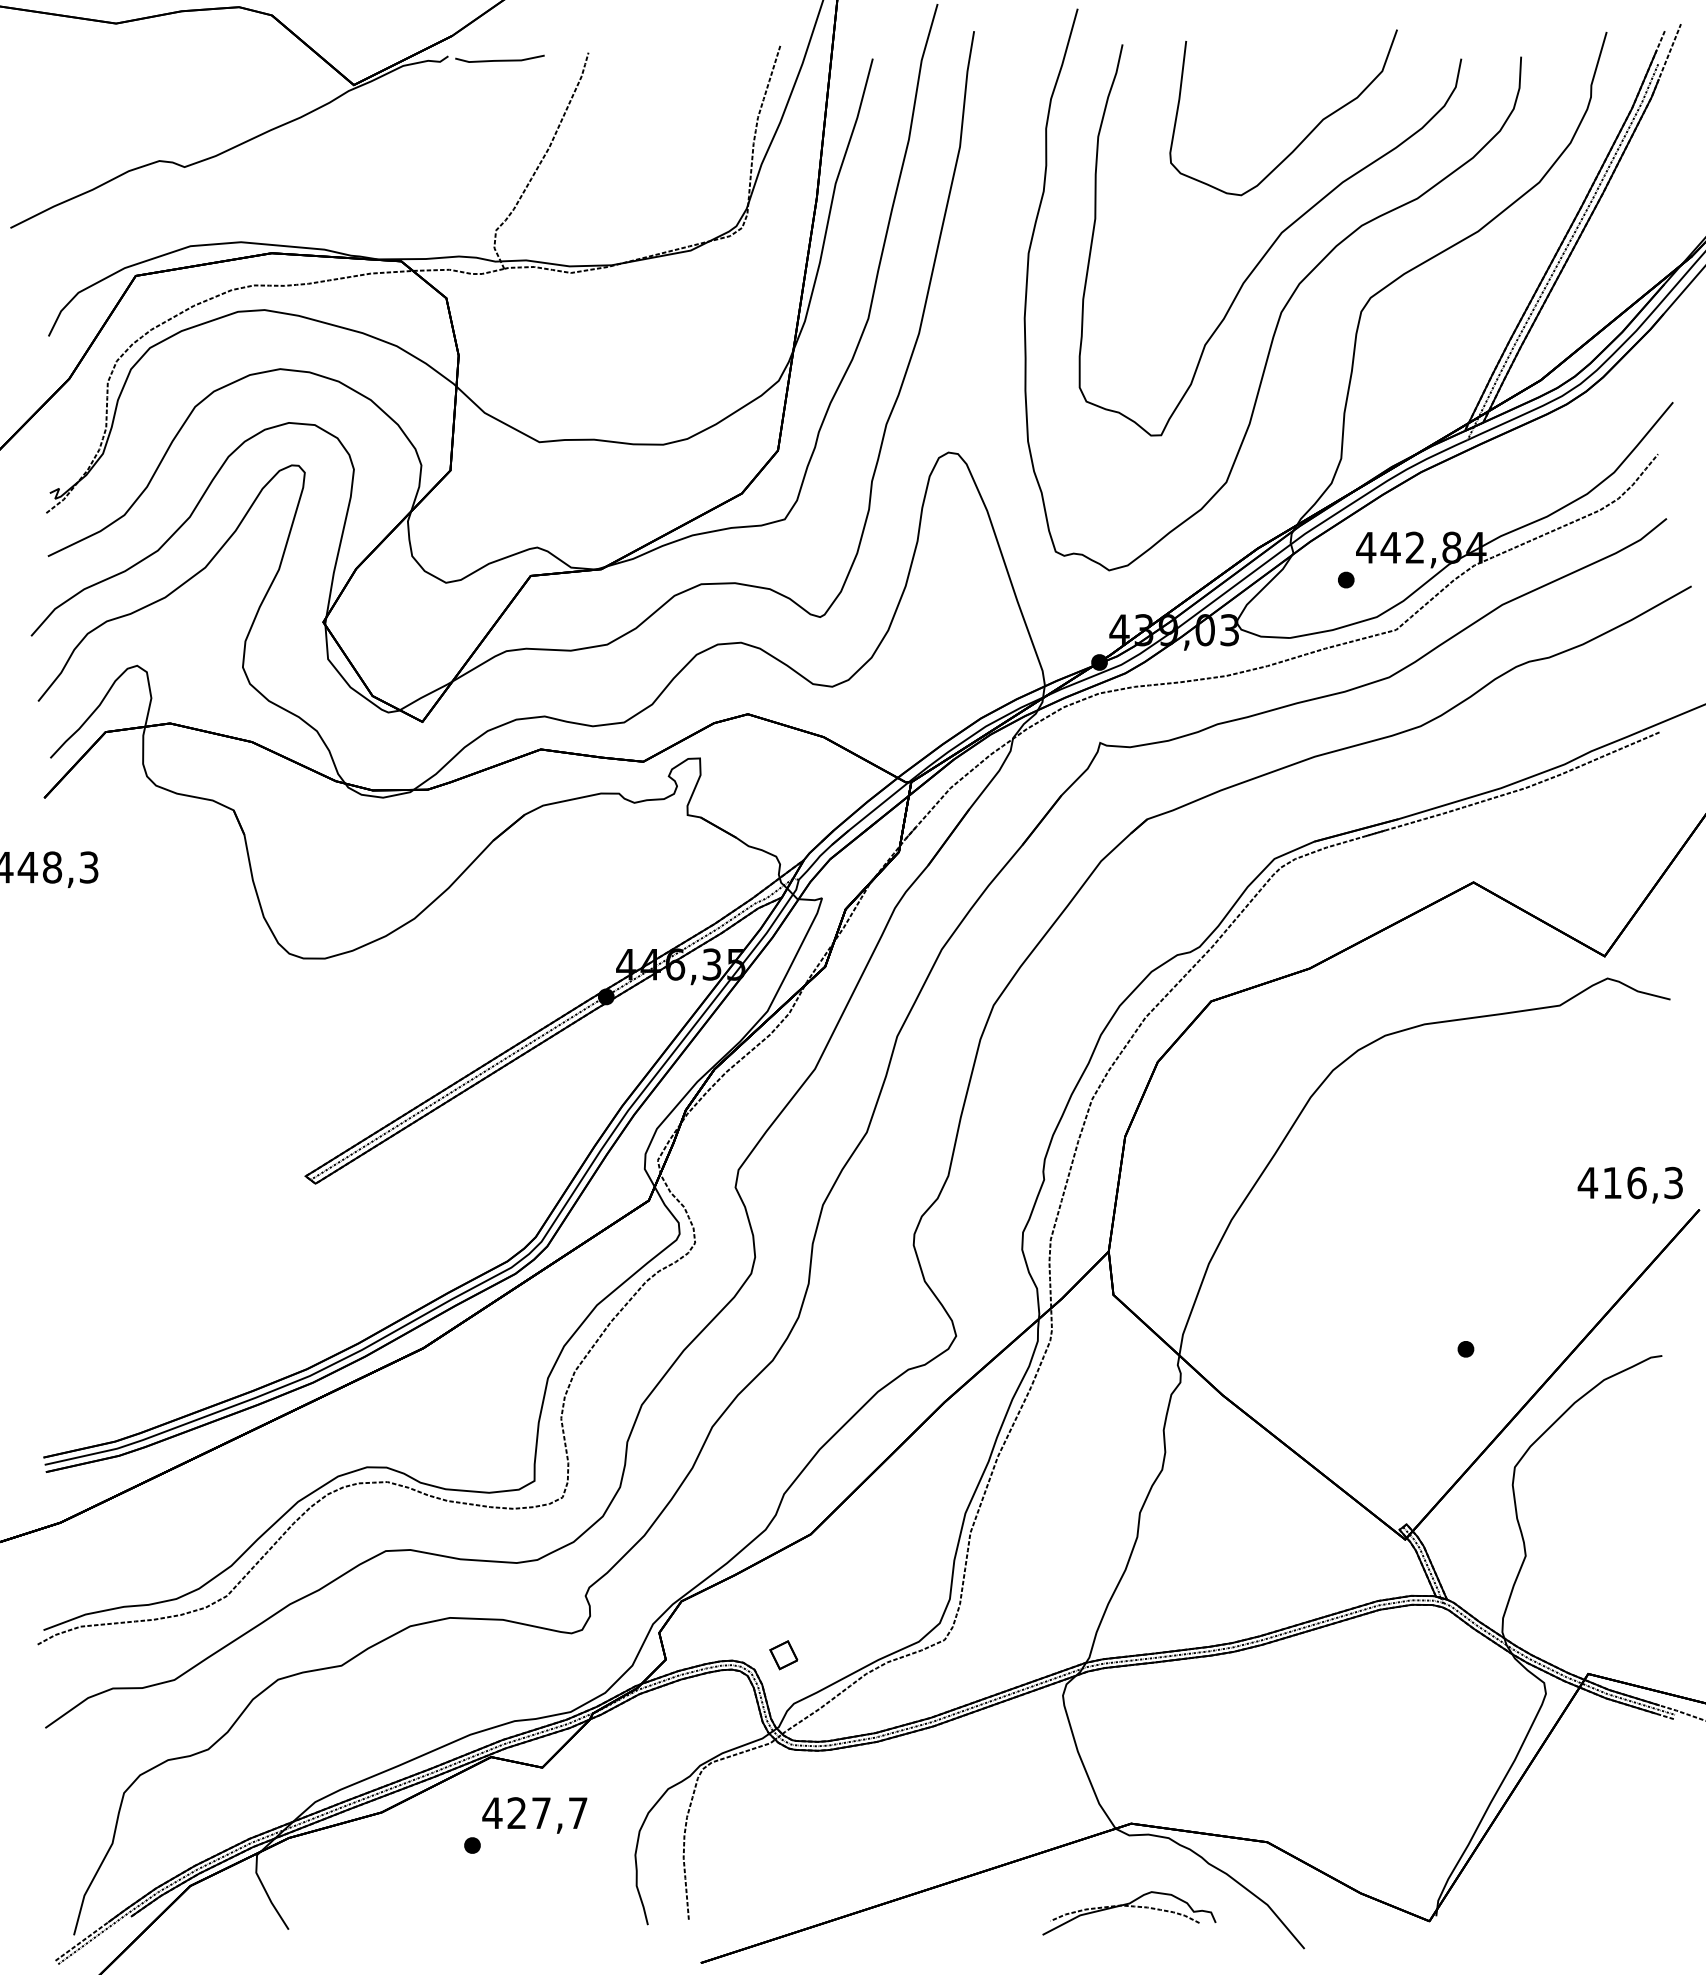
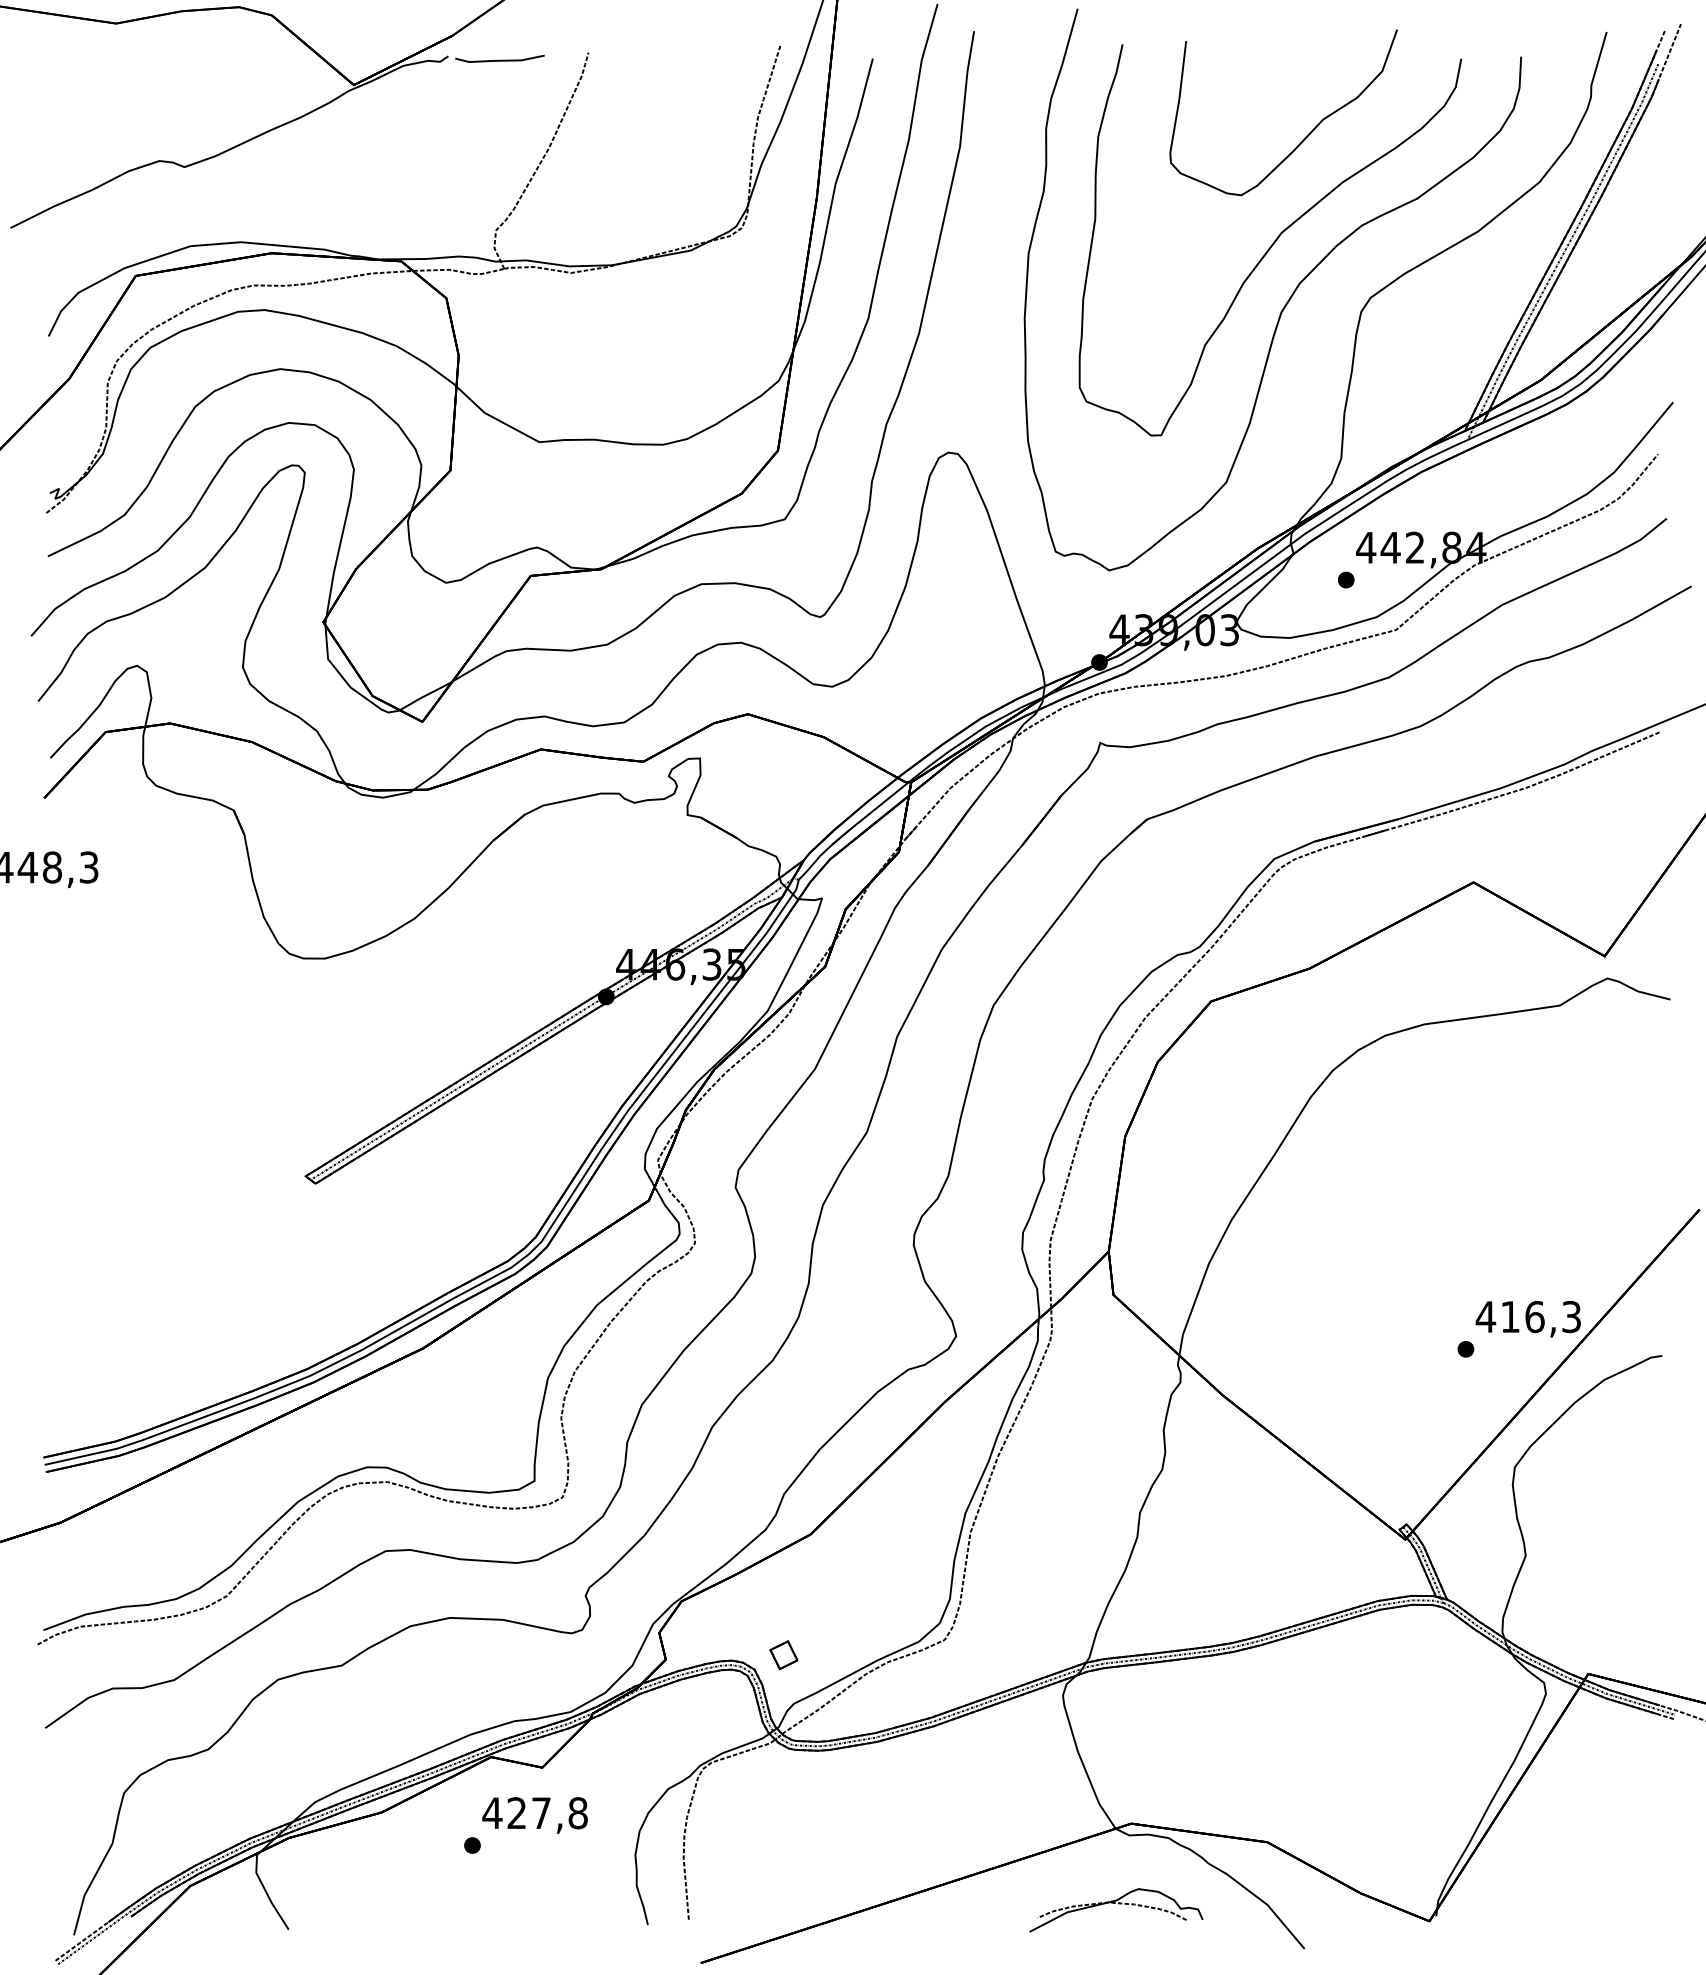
text at (1629, 1184) position: (1629, 1184) -> (1527, 1318)
text at (577, 1813): 427,7 -> 427,8
part at (1131, 1907) position: (1131, 1907) -> (1118, 1904)
